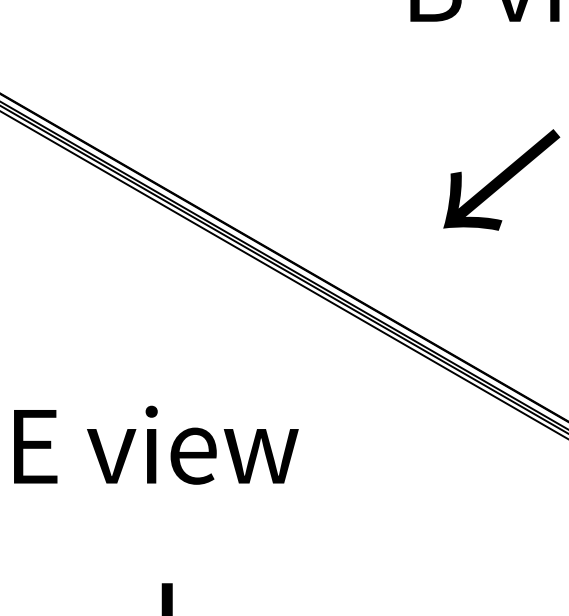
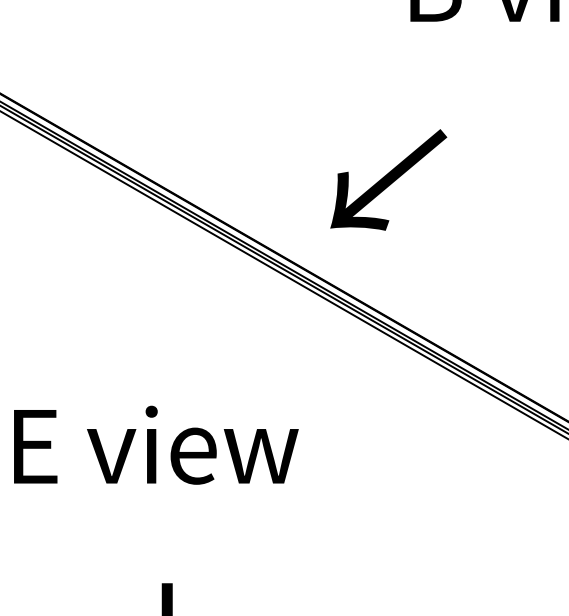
text at (501, 179) position: (501, 179) -> (388, 179)
